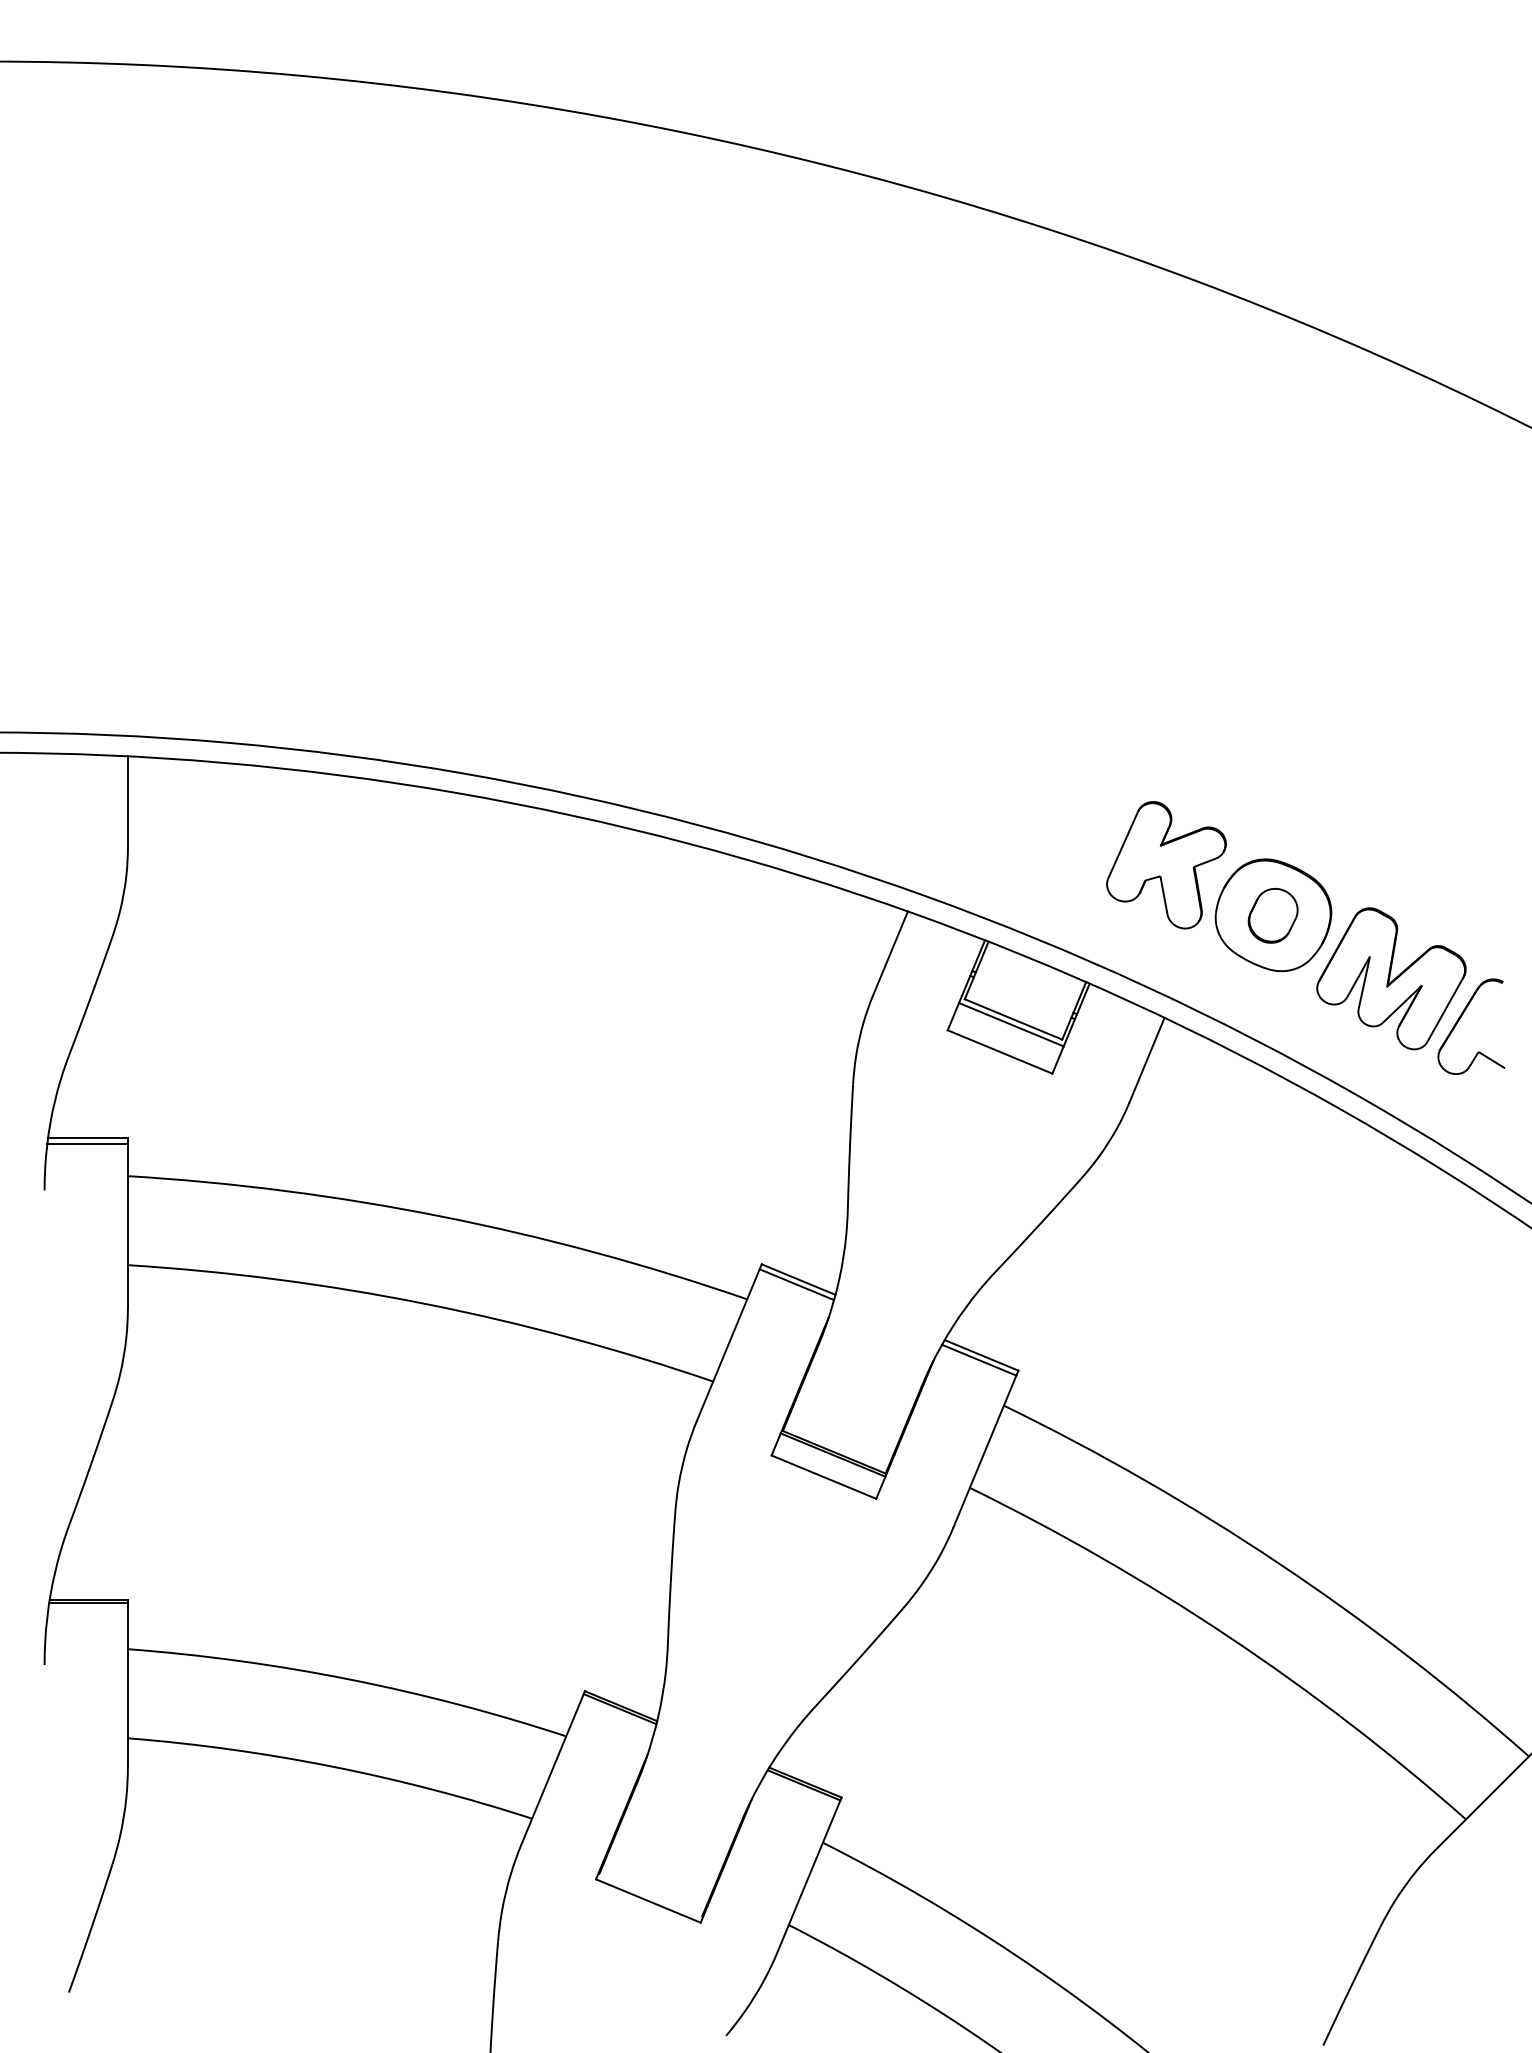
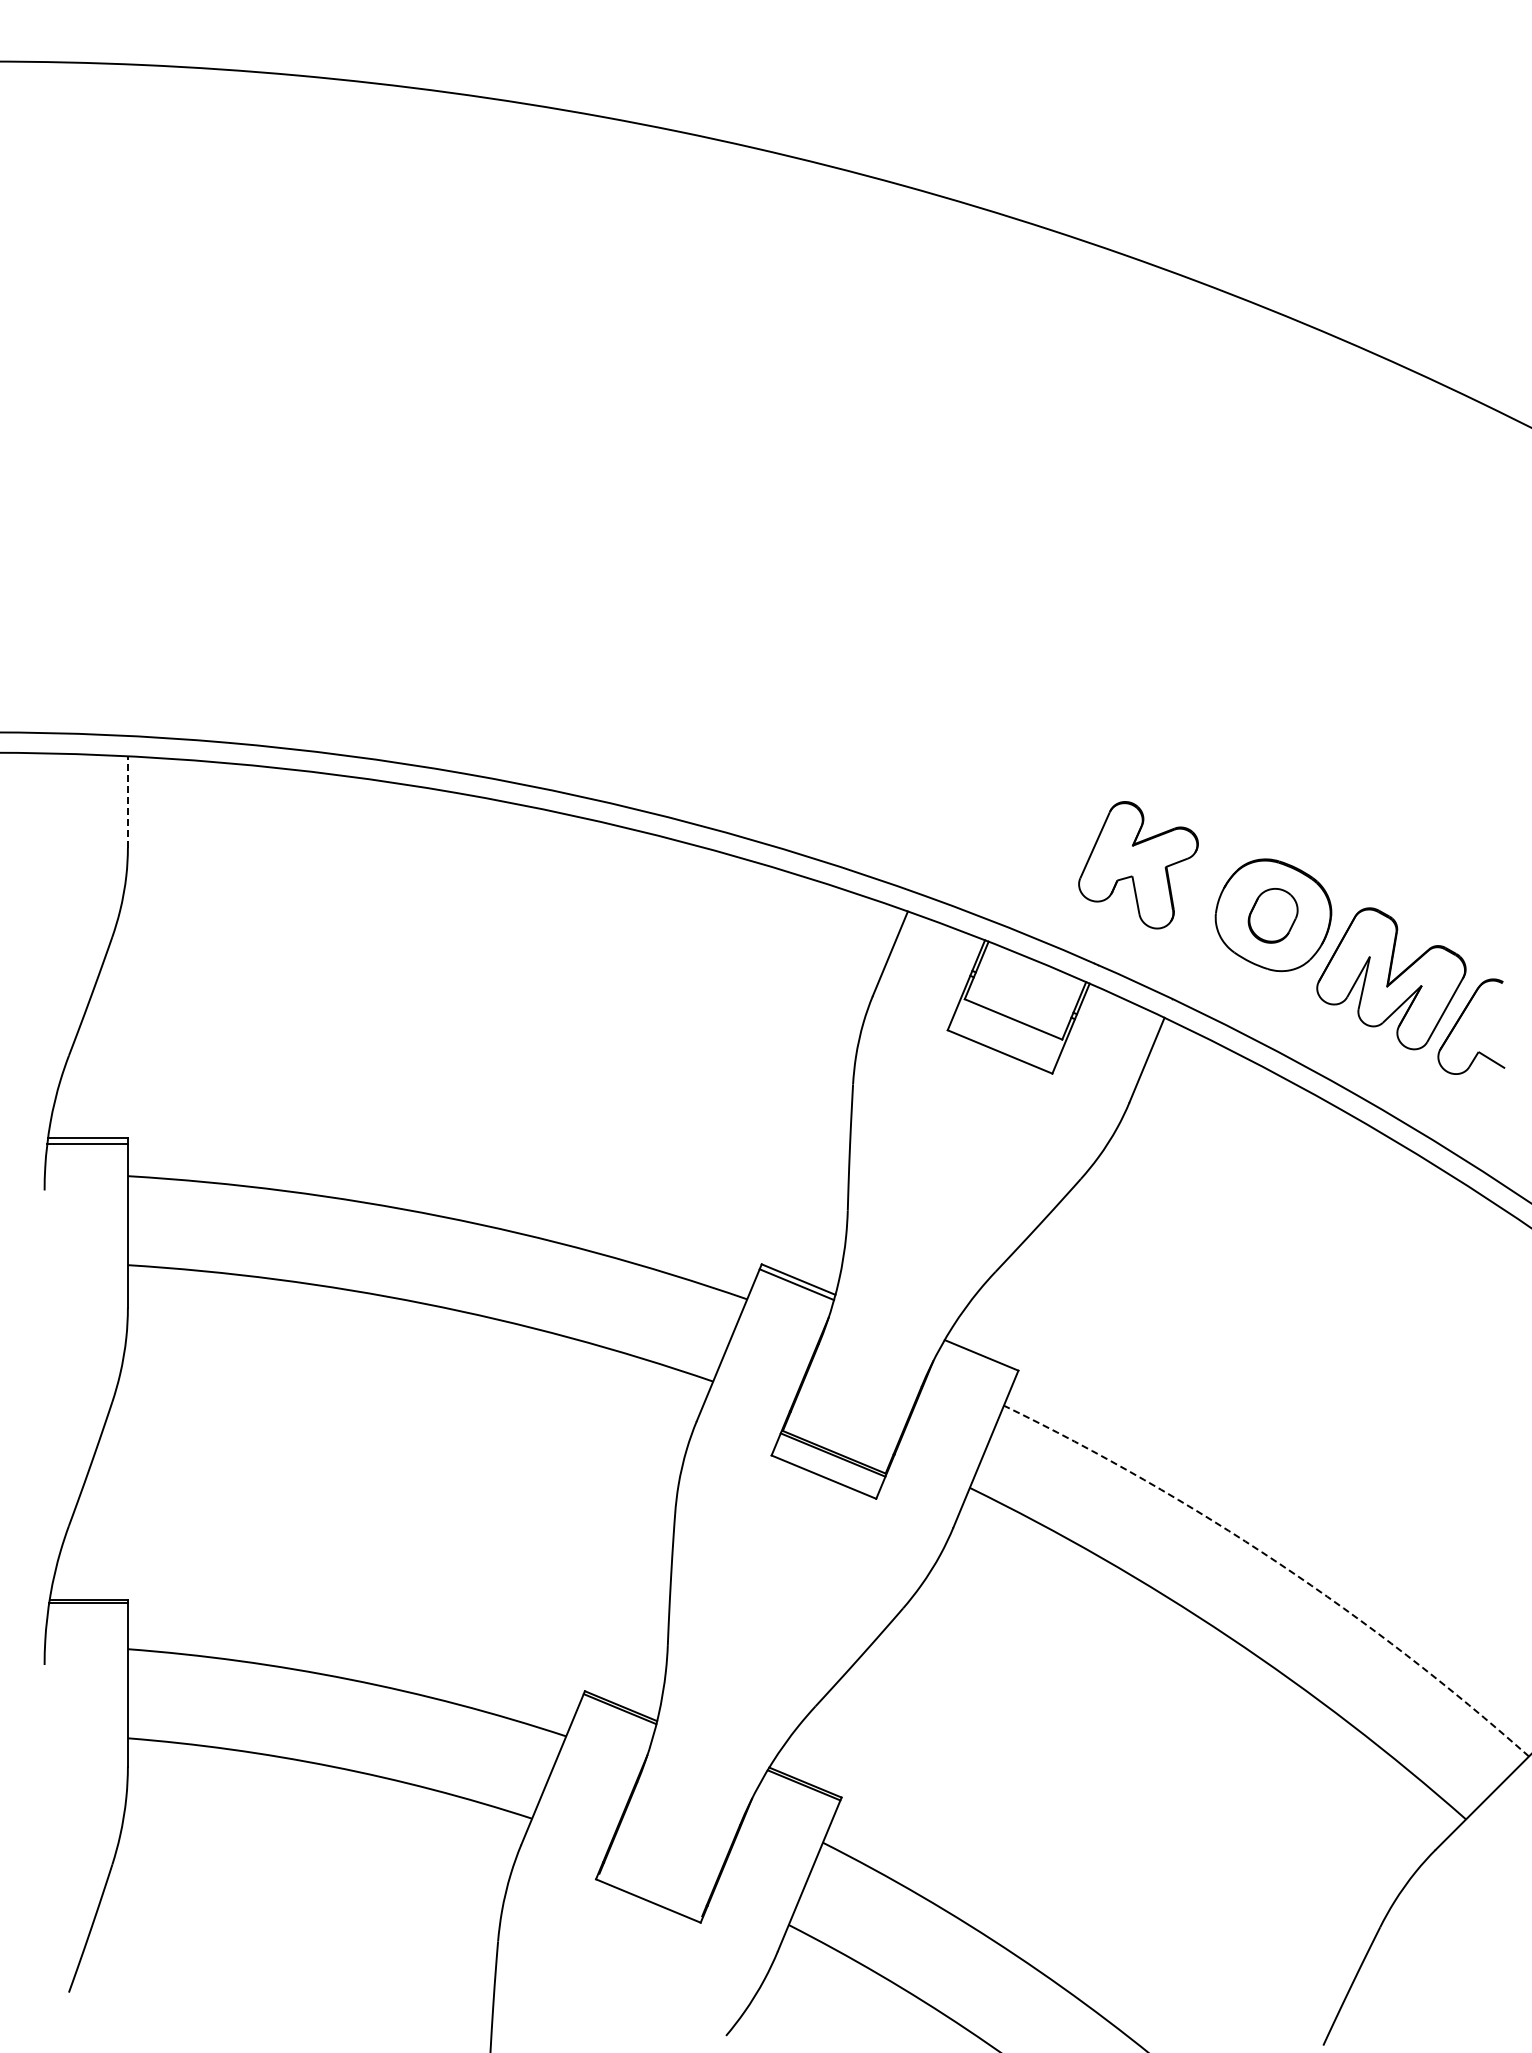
line at (127, 802): solid -> dashed
part at (1166, 865) position: (1166, 865) -> (1138, 865)
line at (1011, 1024): present -> none
line at (979, 1359): present -> none
arc at (1278, 1563): solid -> dashed
